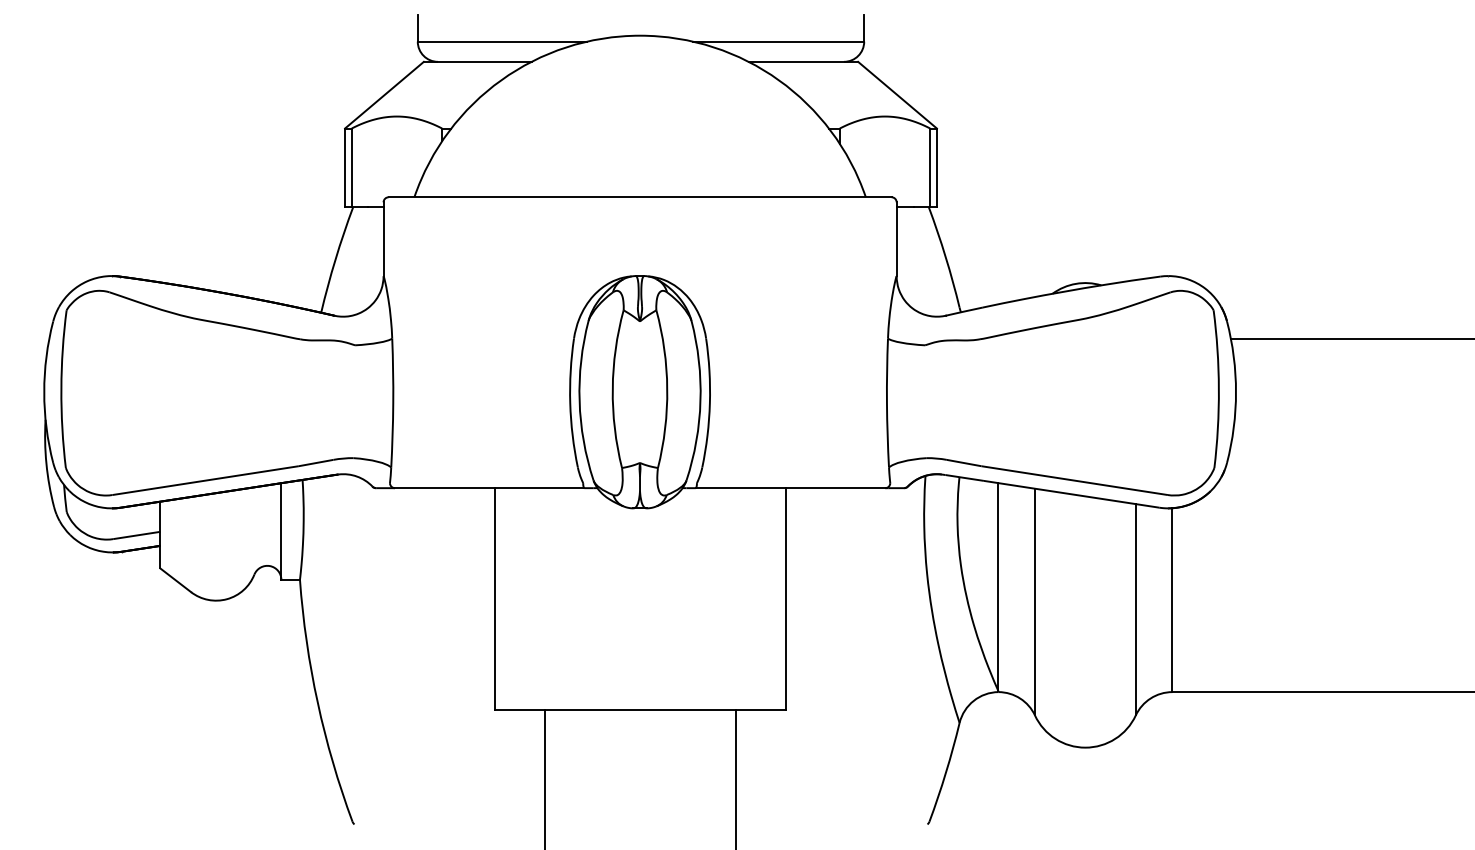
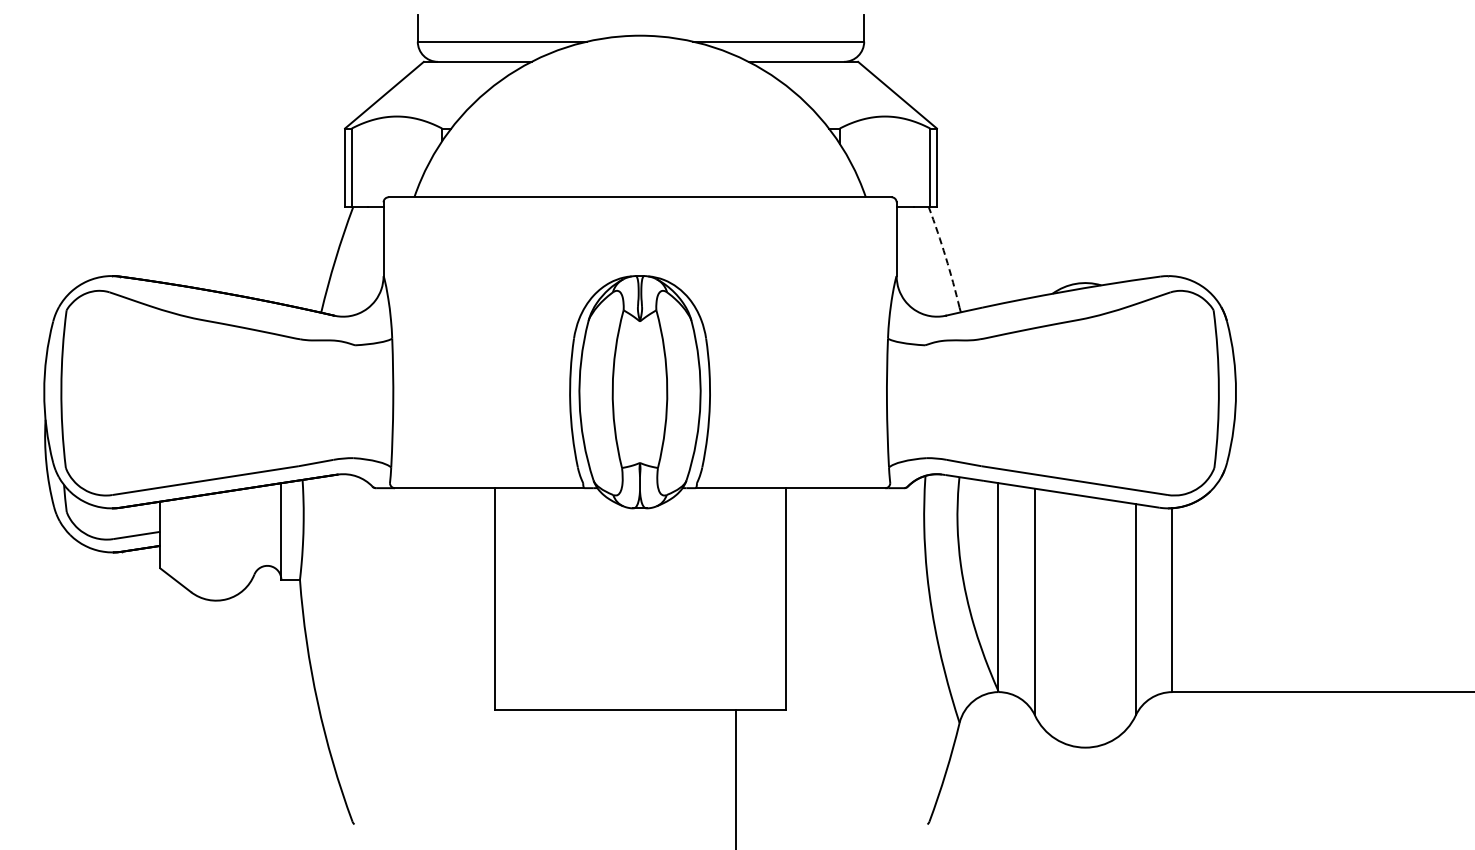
arc at (945, 257): solid -> dashed
line at (1350, 338): present -> none
line at (544, 778): present -> none
